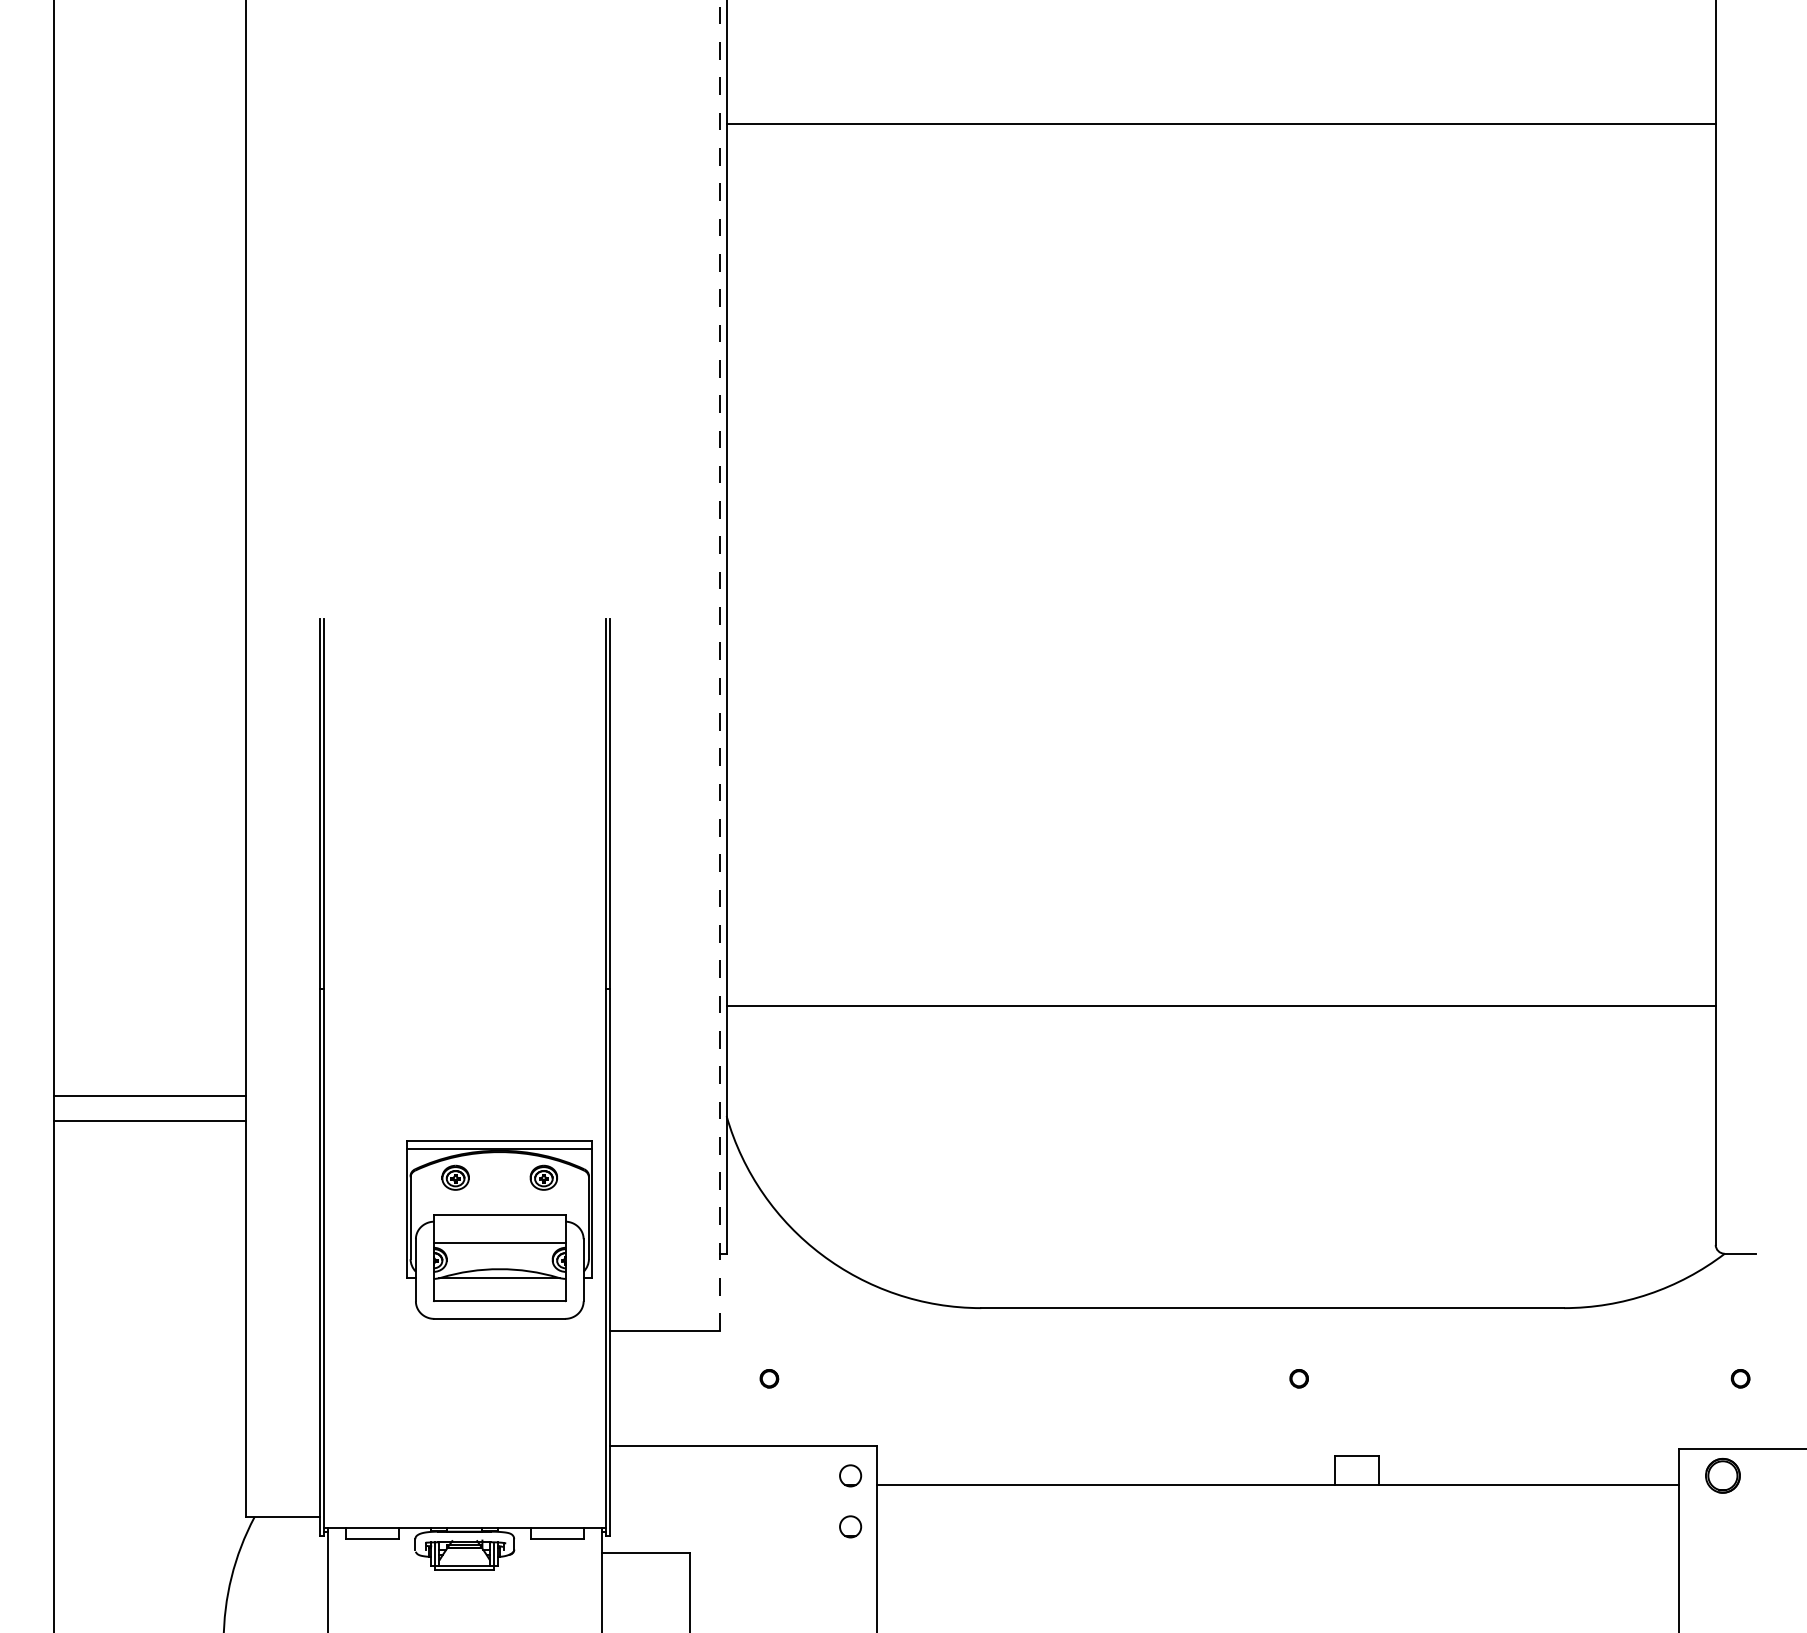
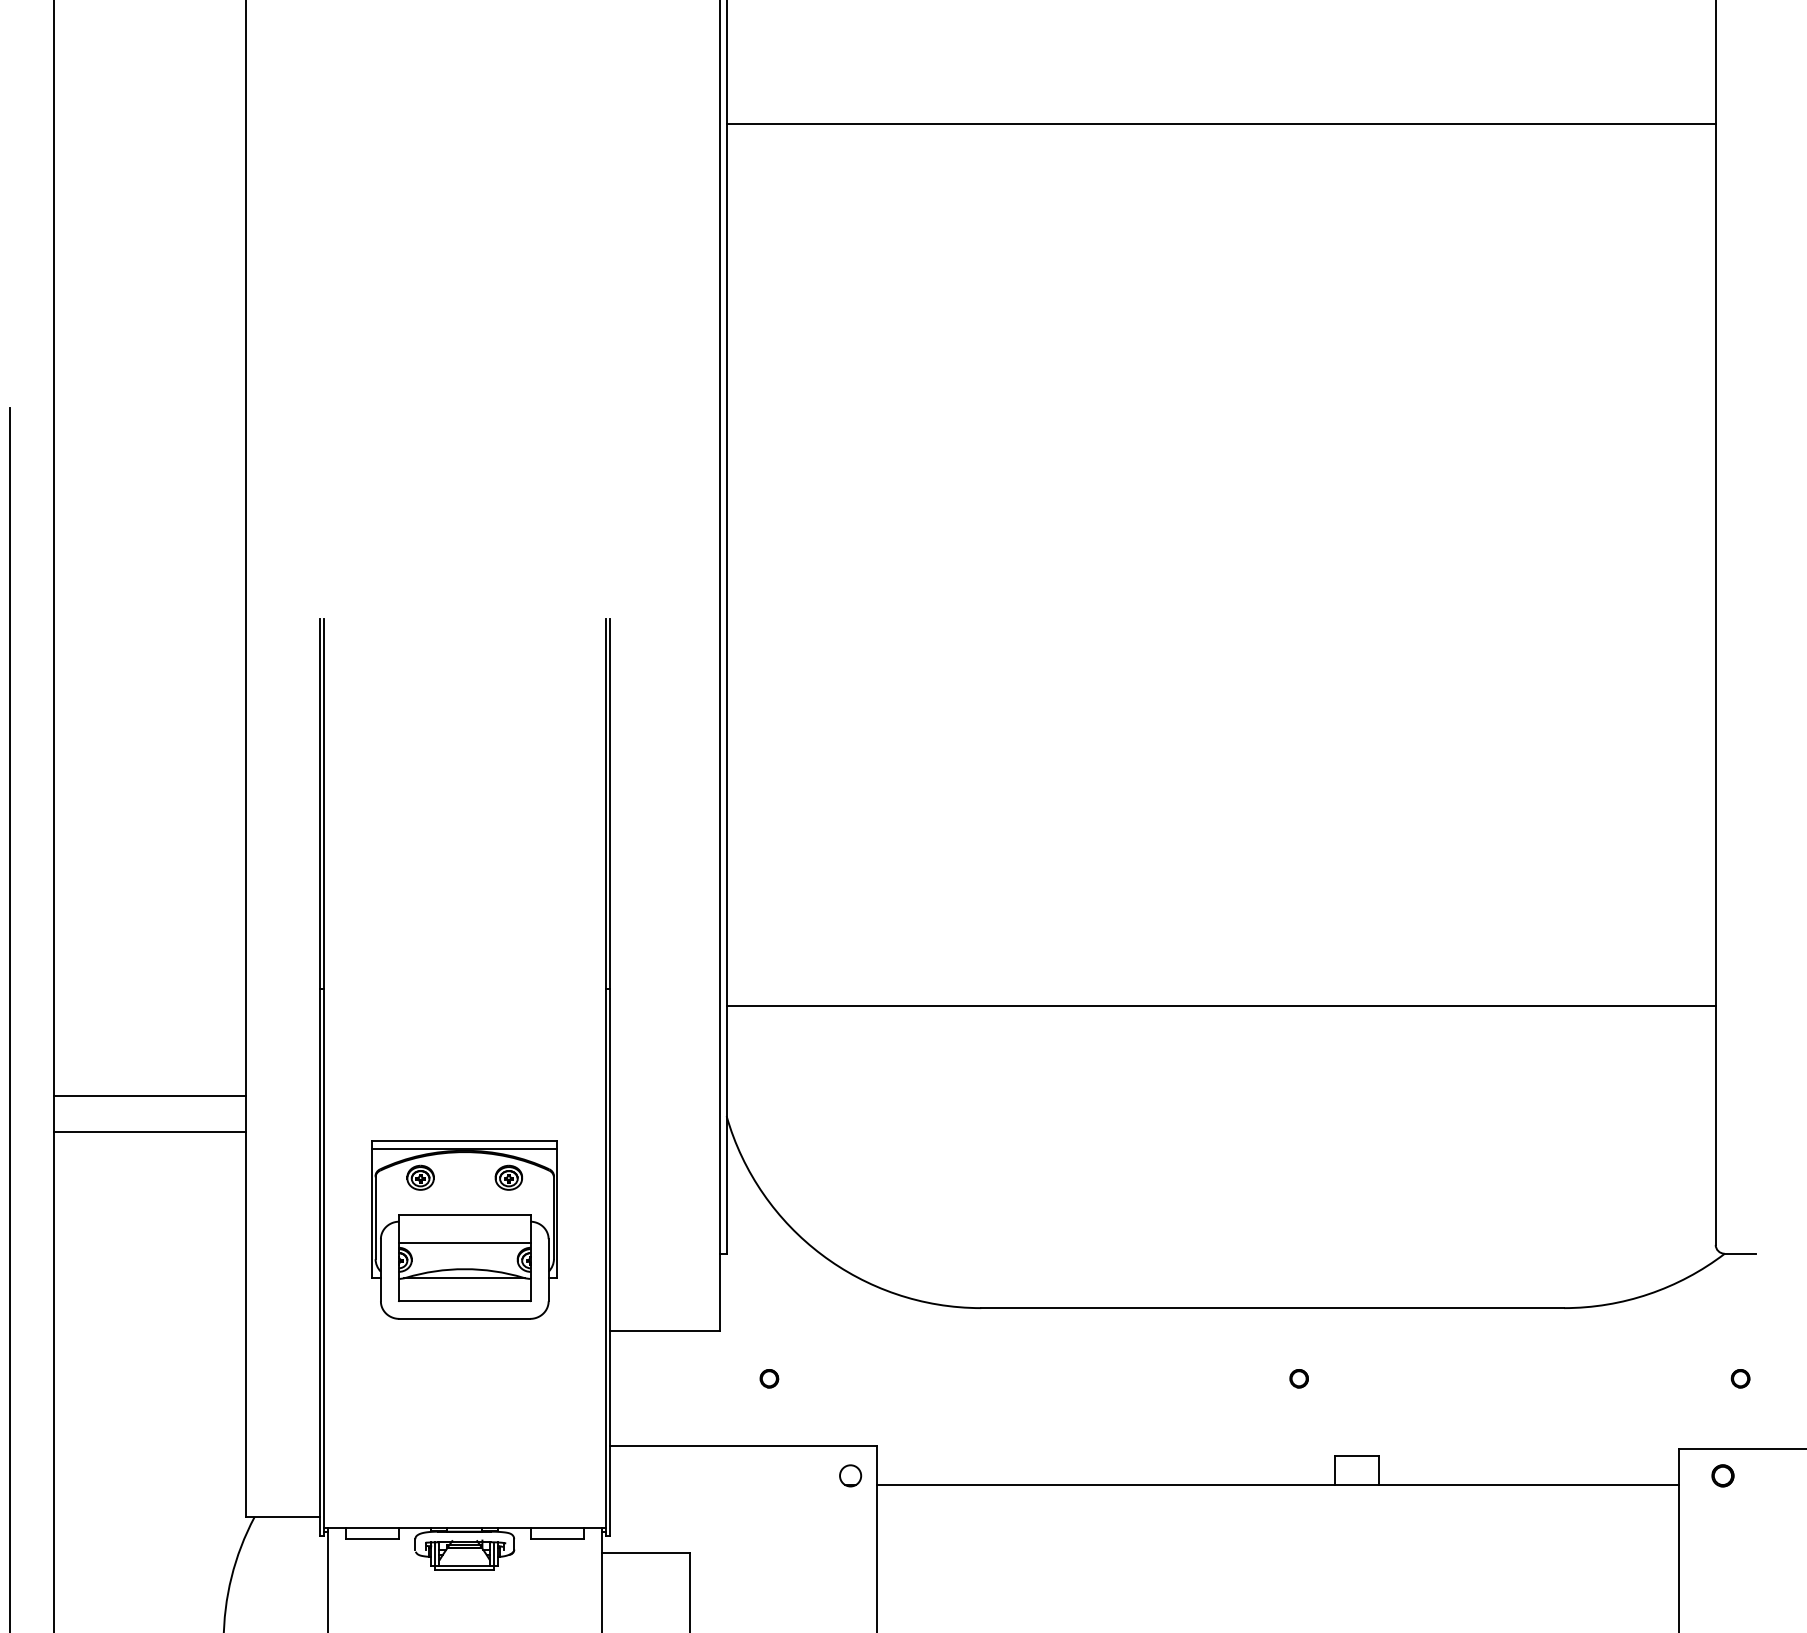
line at (720, 665): dashed -> solid
line at (10, 1018): none -> present
line at (150, 1120) position: (150, 1120) -> (150, 1131)
part at (499, 1229) position: (499, 1229) -> (464, 1229)
circle at (1722, 1475) size: 36x36 px -> 24x24 px
circle at (850, 1526): present -> none
